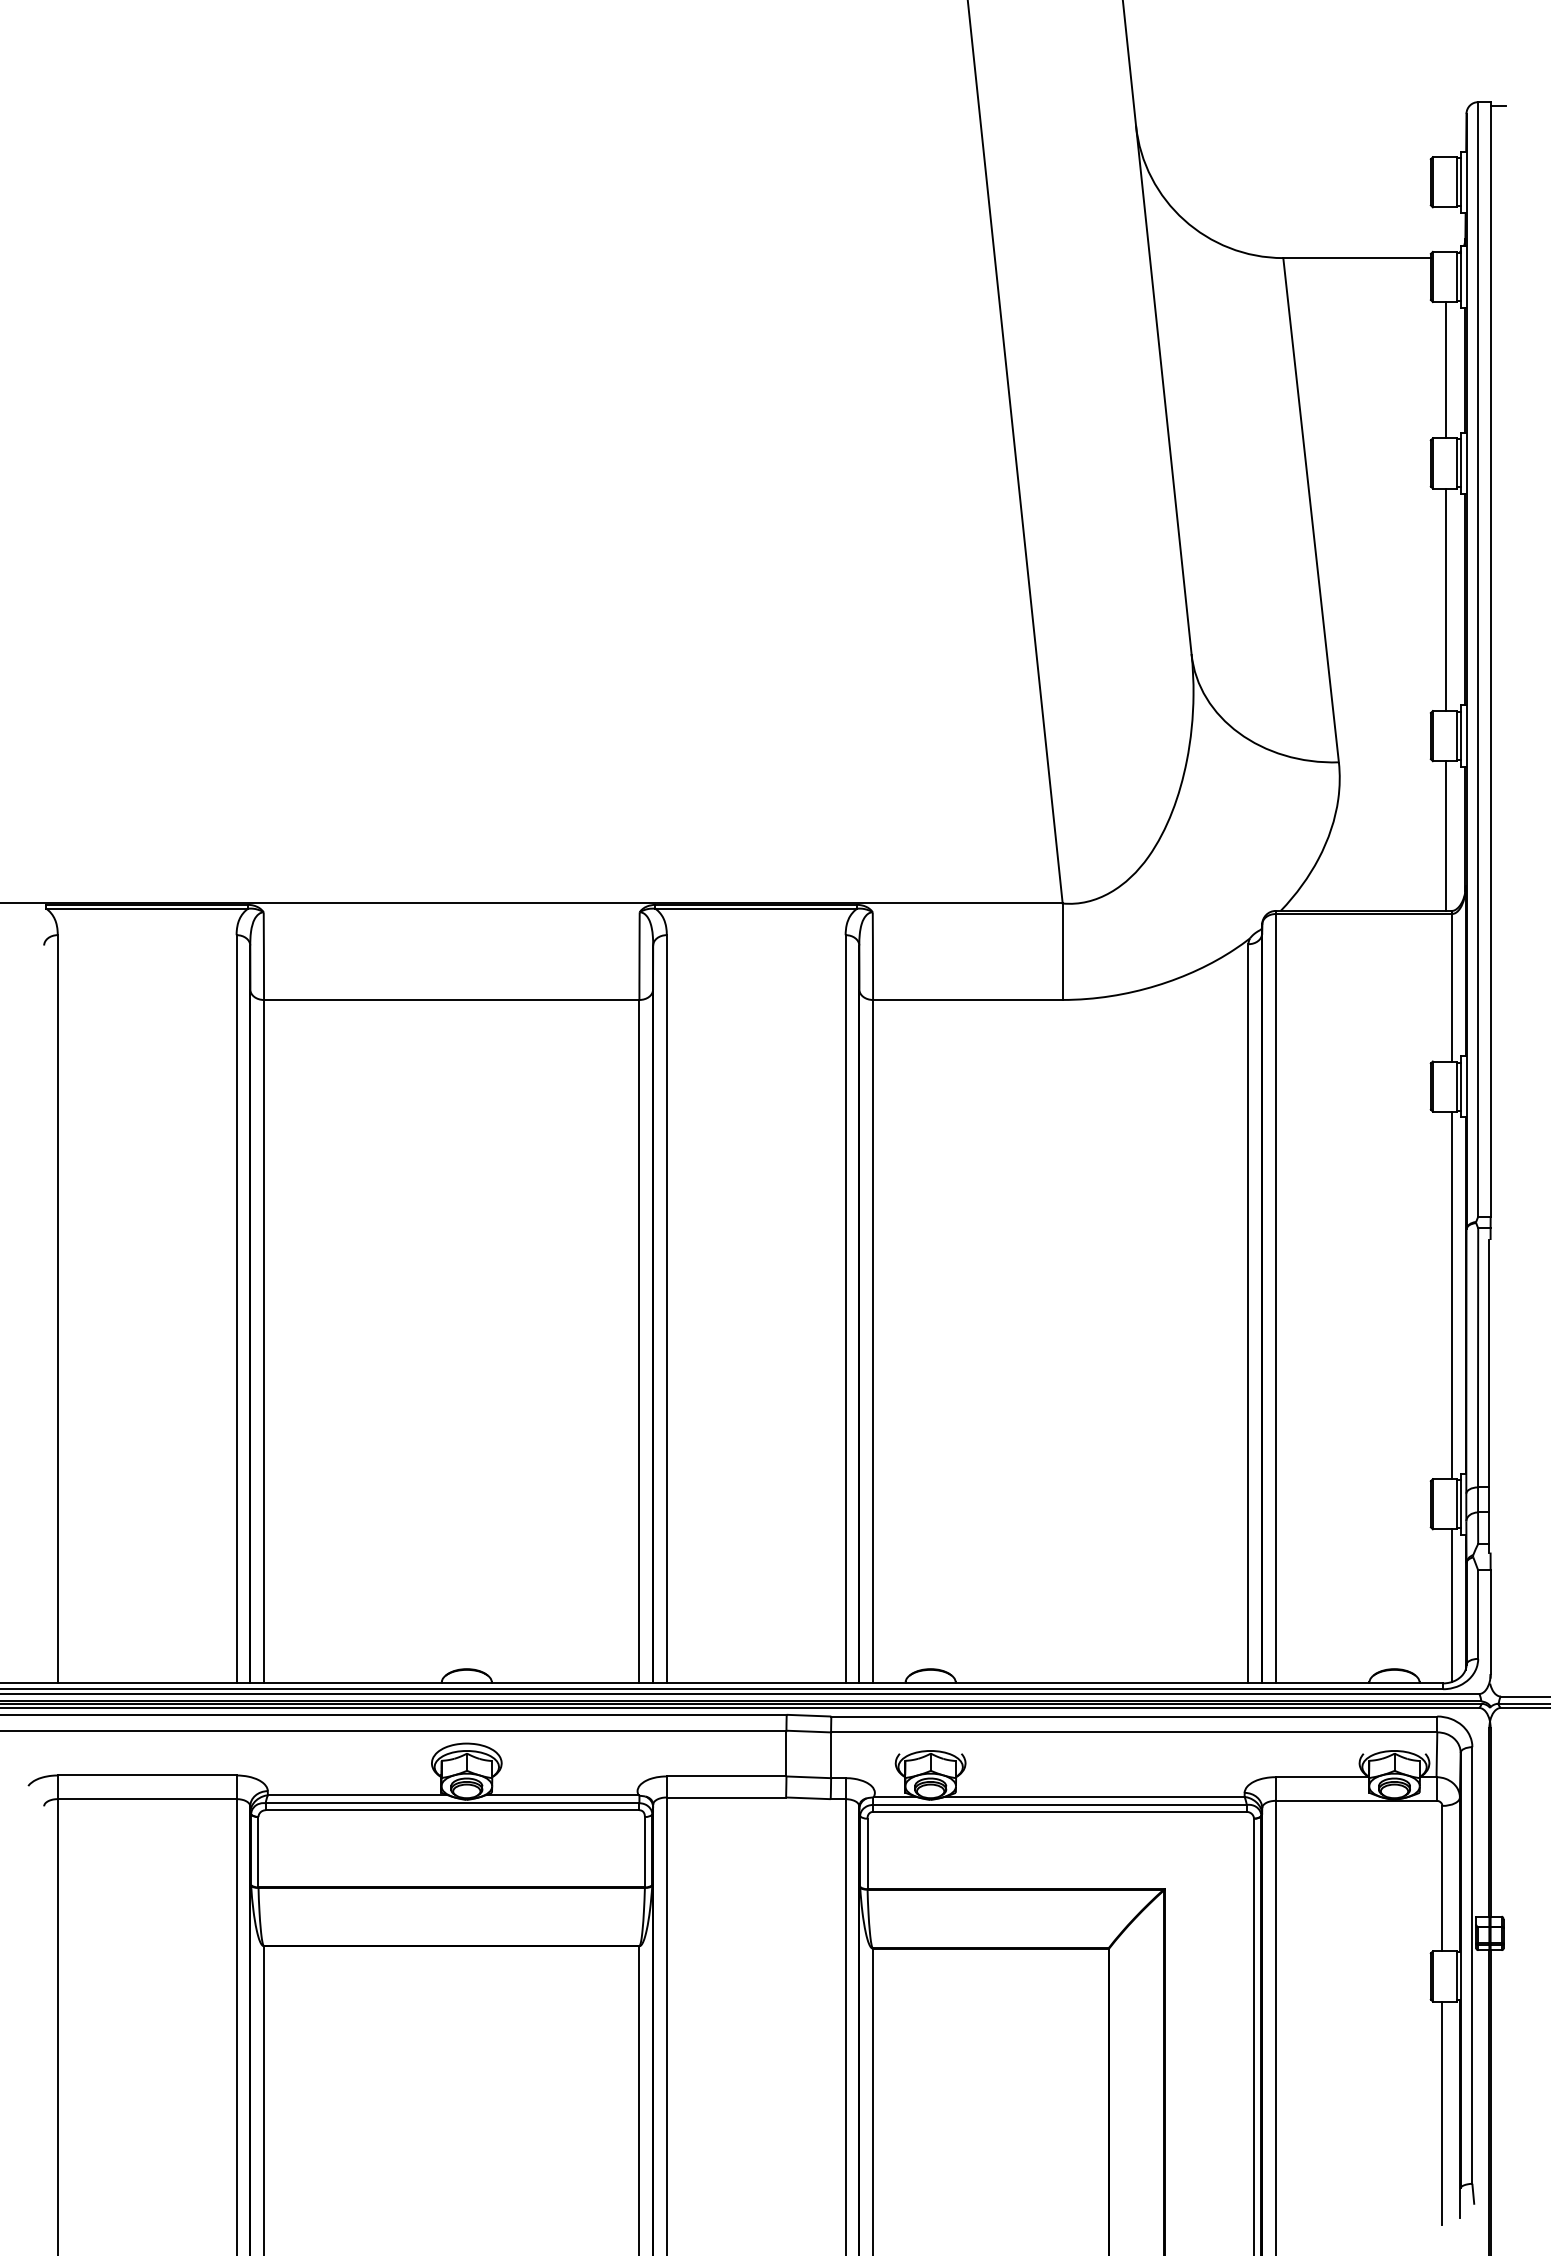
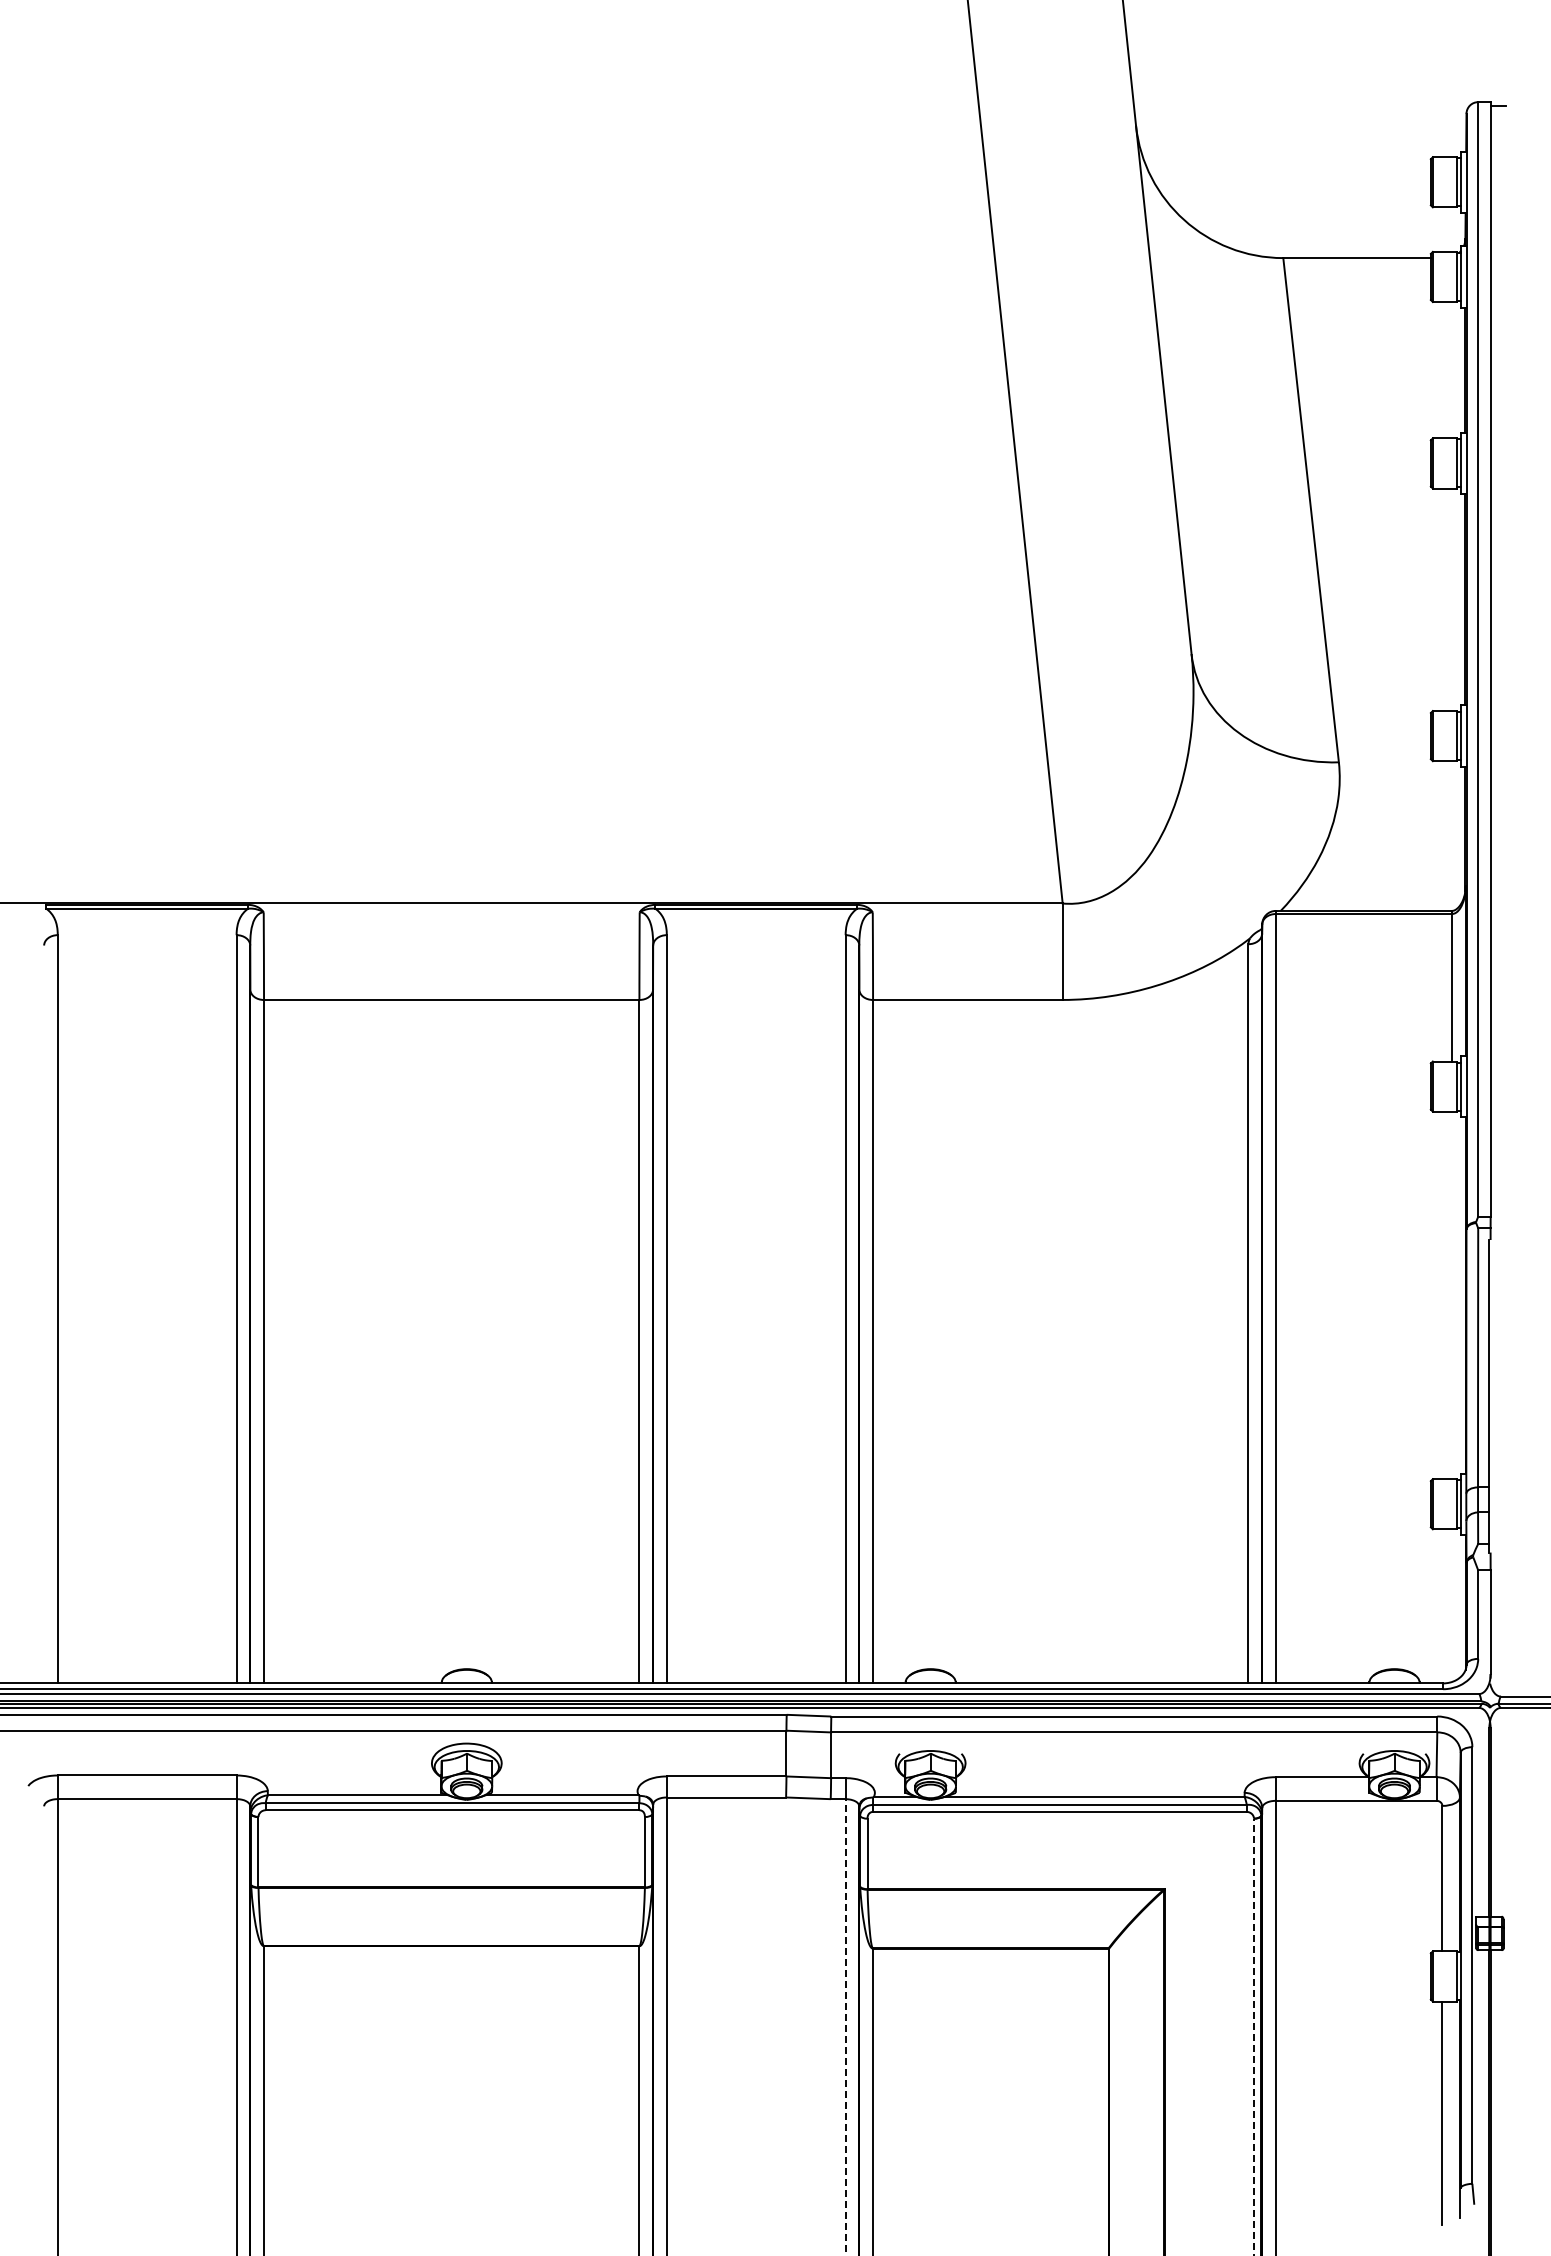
line at (1445, 370): present -> none
line at (1445, 599): present -> none
line at (1445, 835): present -> none
line at (1452, 1295): present -> none
line at (1452, 1605): present -> none
line at (845, 2027): solid -> dashed
line at (1253, 2036): solid -> dashed
